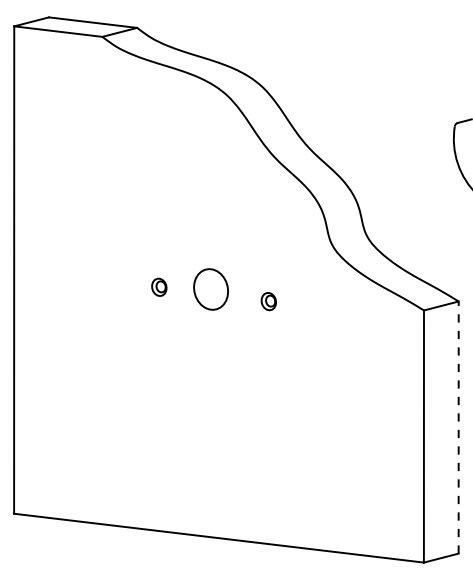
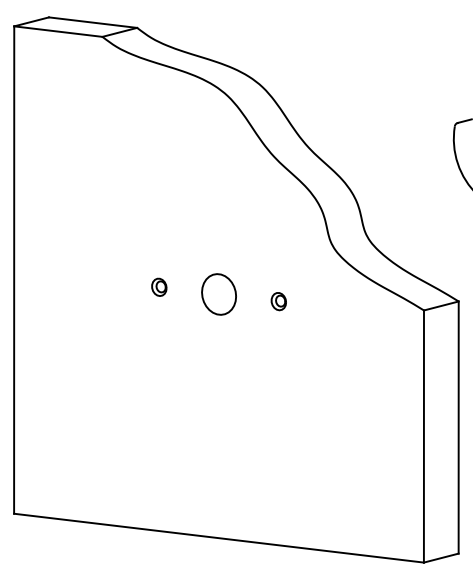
part at (210, 289) position: (210, 289) -> (218, 294)
part at (268, 301) position: (268, 301) -> (278, 301)
line at (458, 427): dashed -> solid
